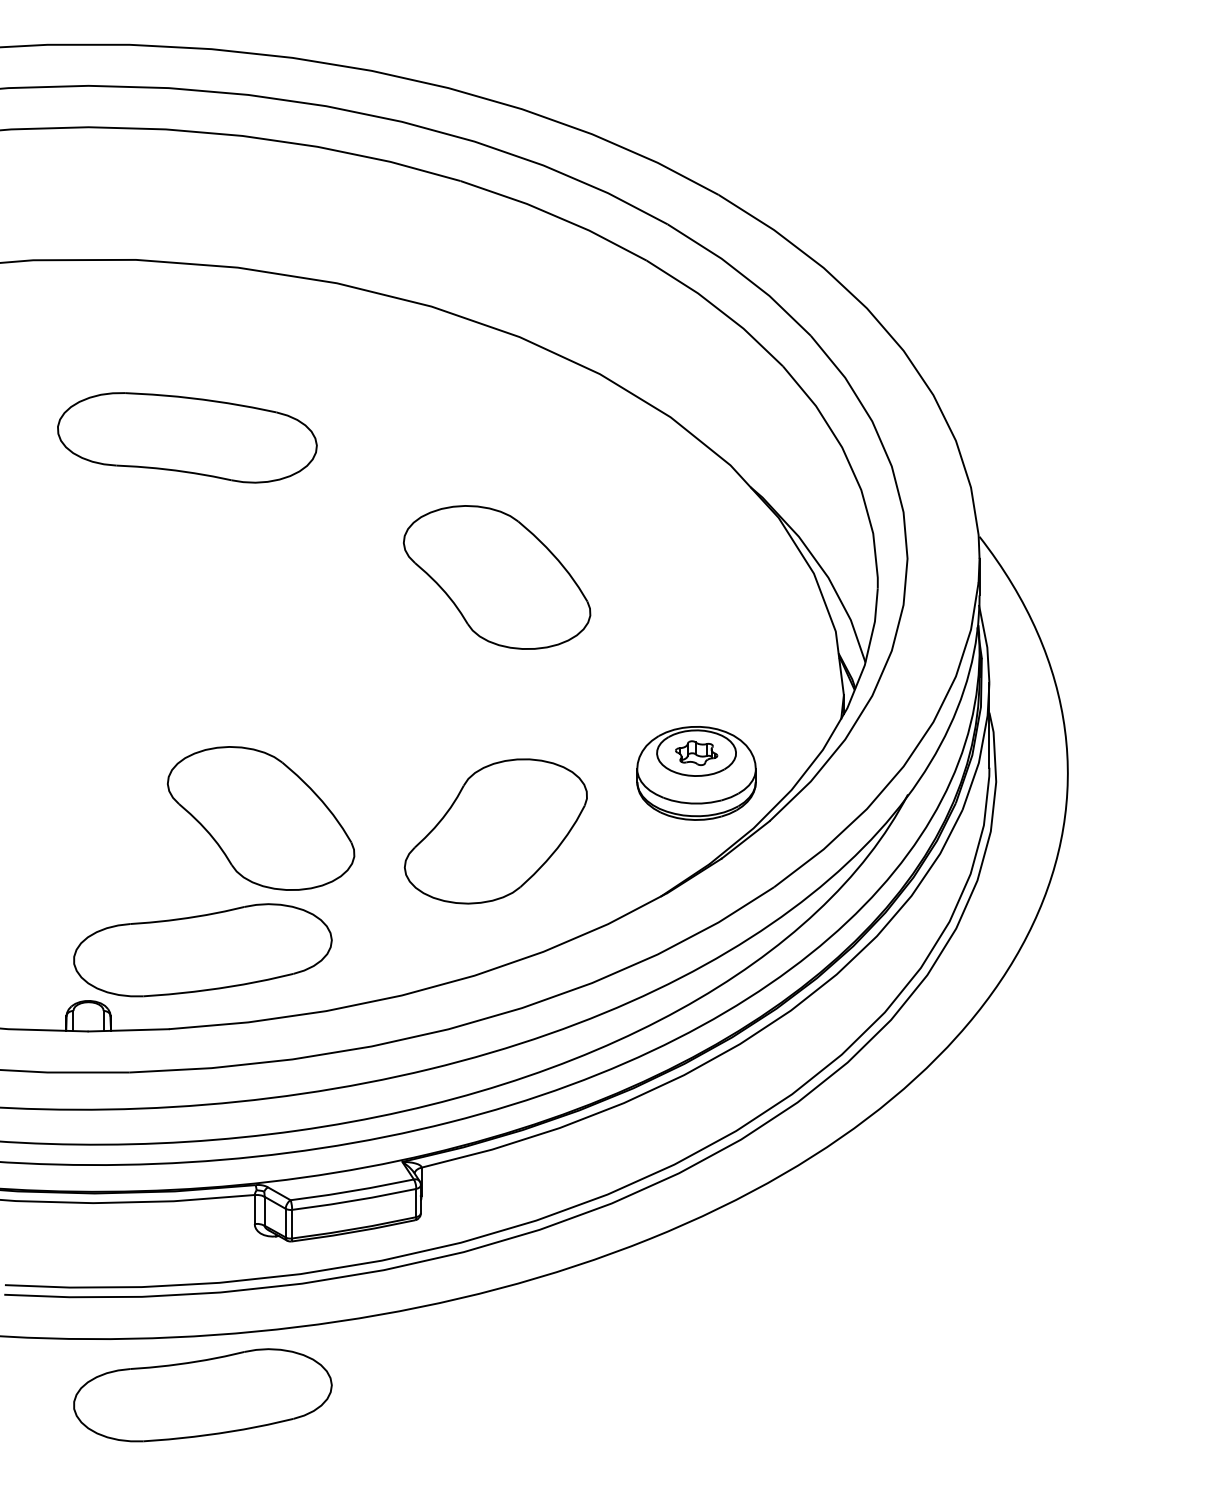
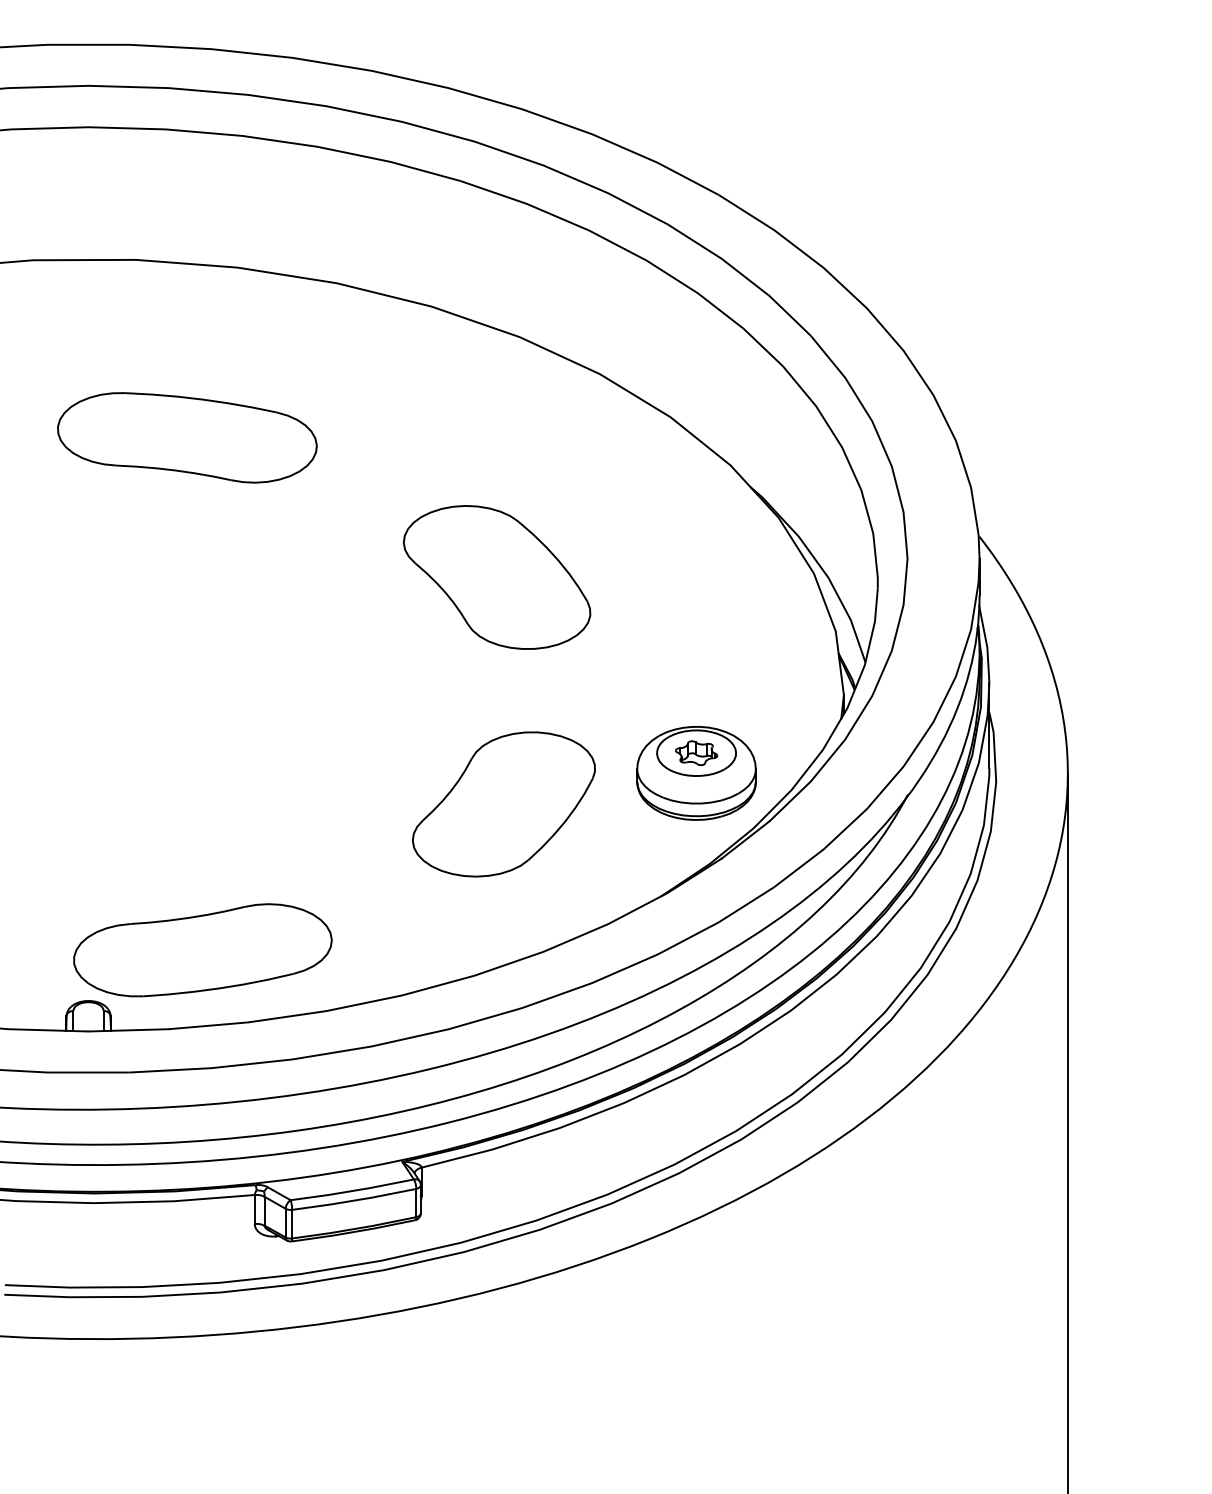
part at (261, 818): present -> none
part at (495, 831) position: (495, 831) -> (503, 804)
line at (1067, 1131): none -> present
part at (202, 1395): present -> none
